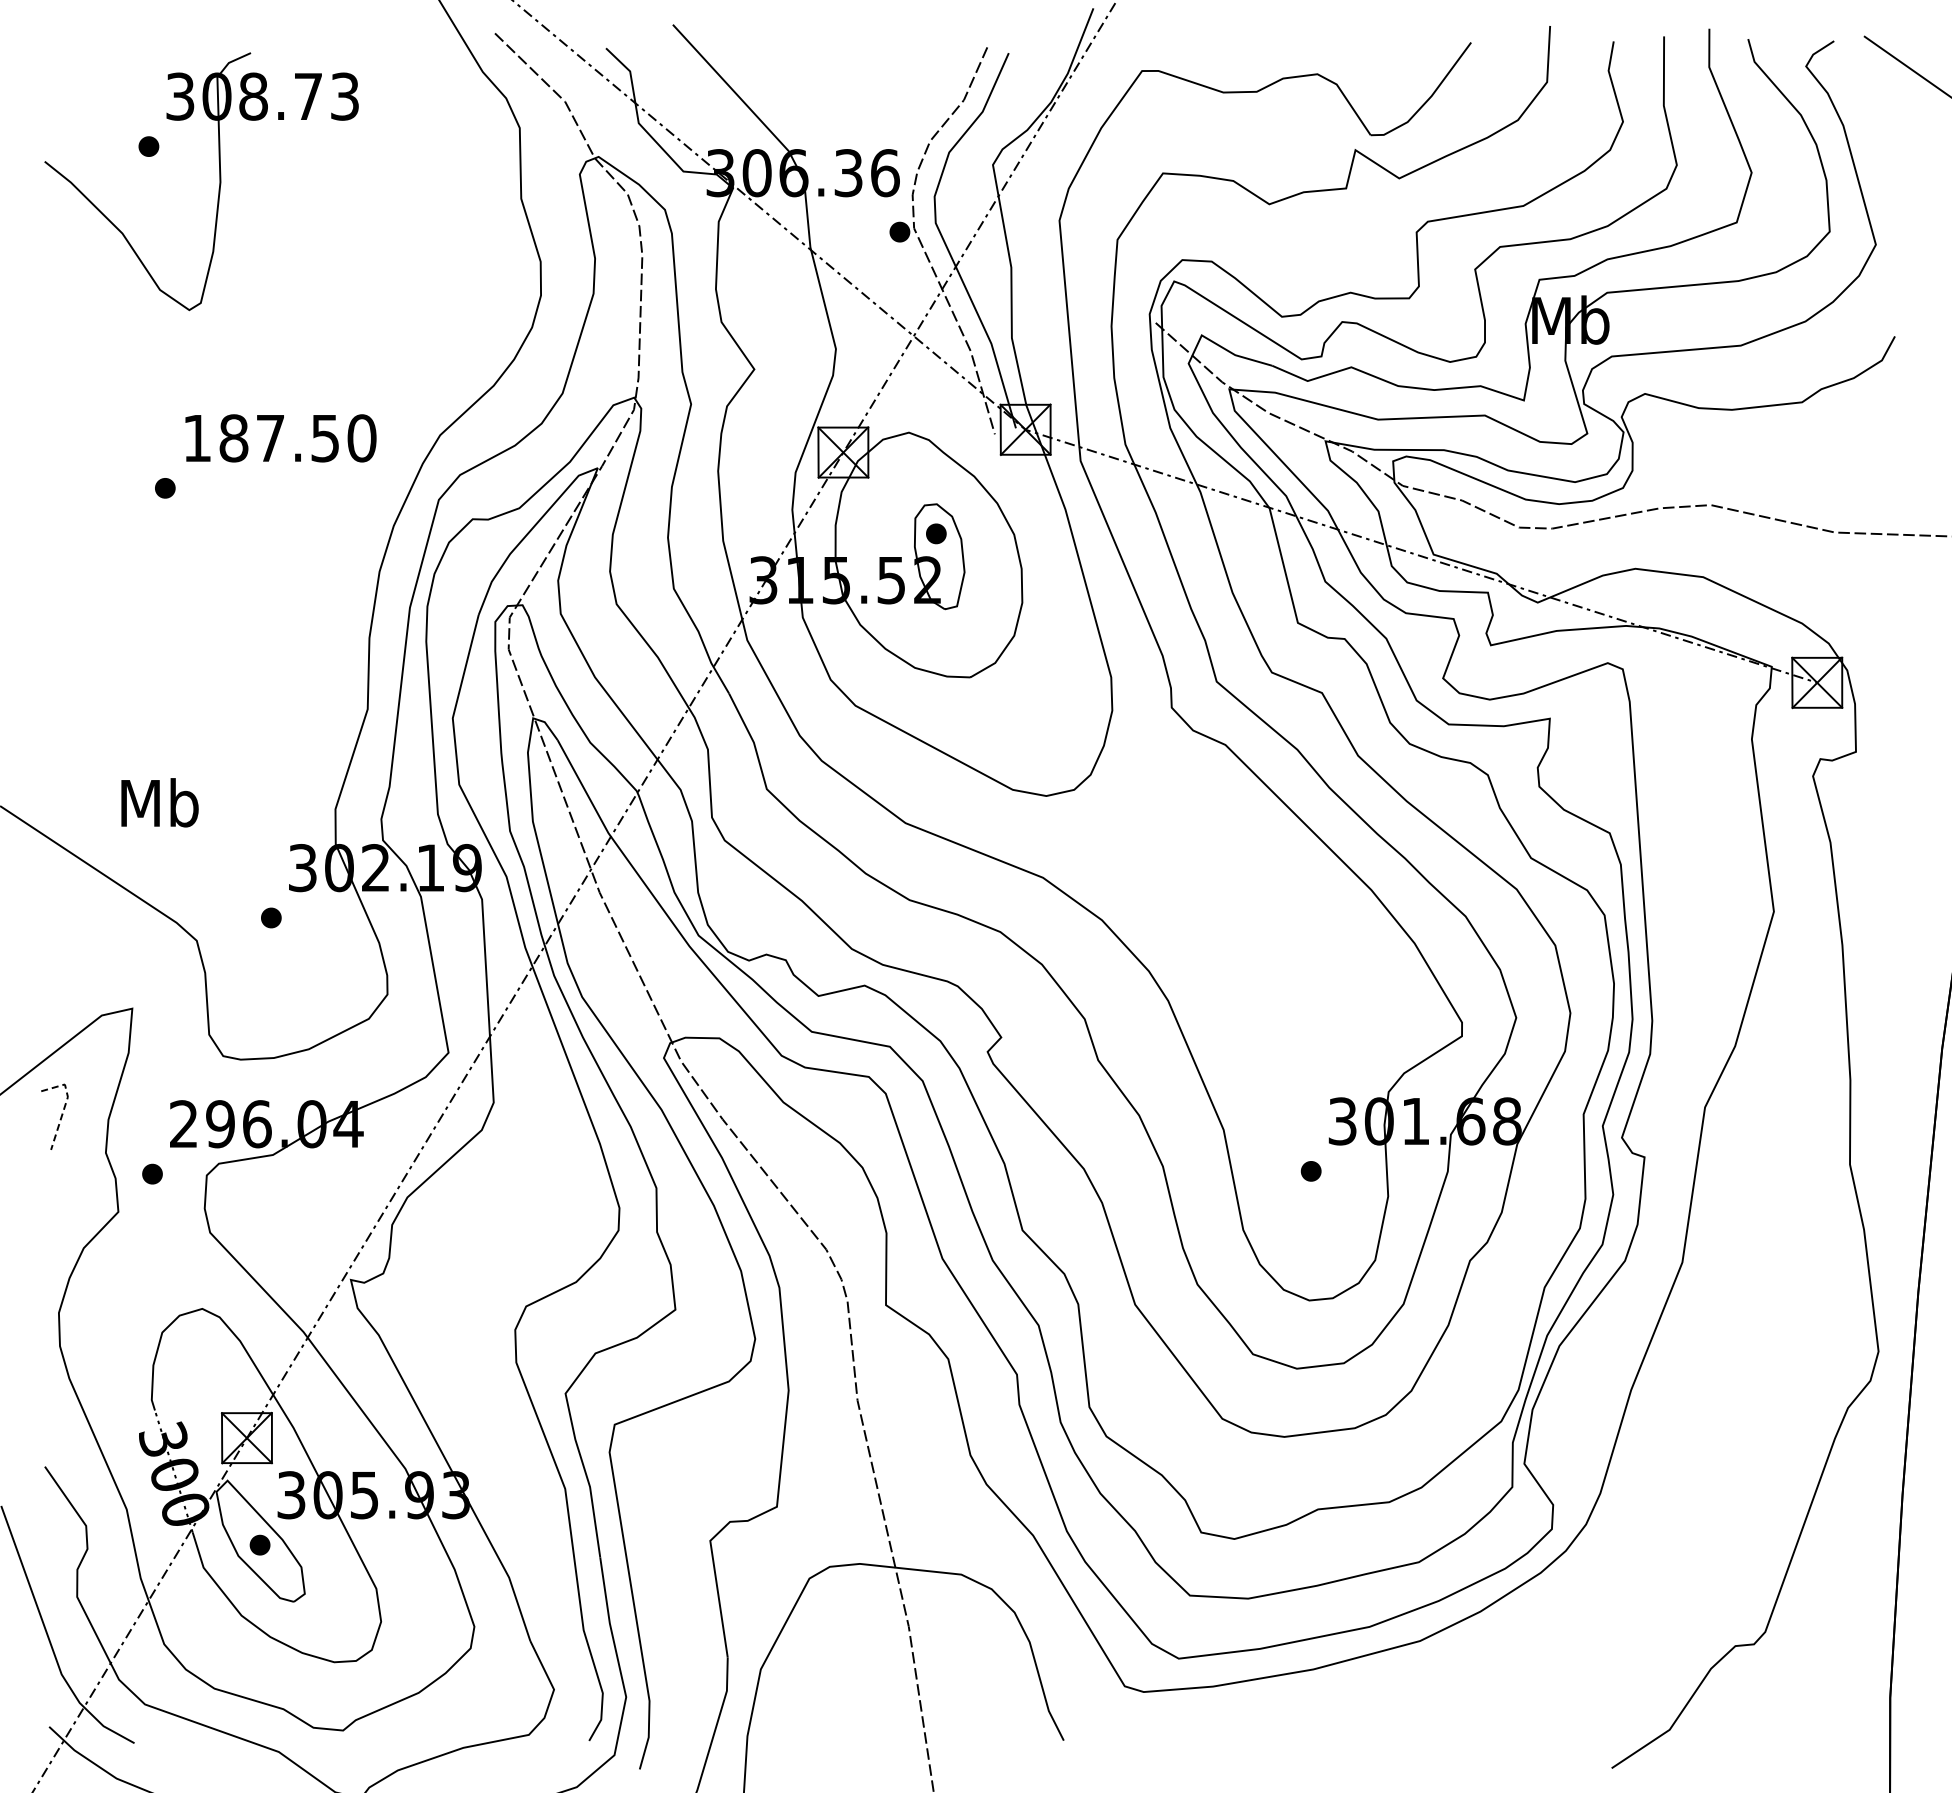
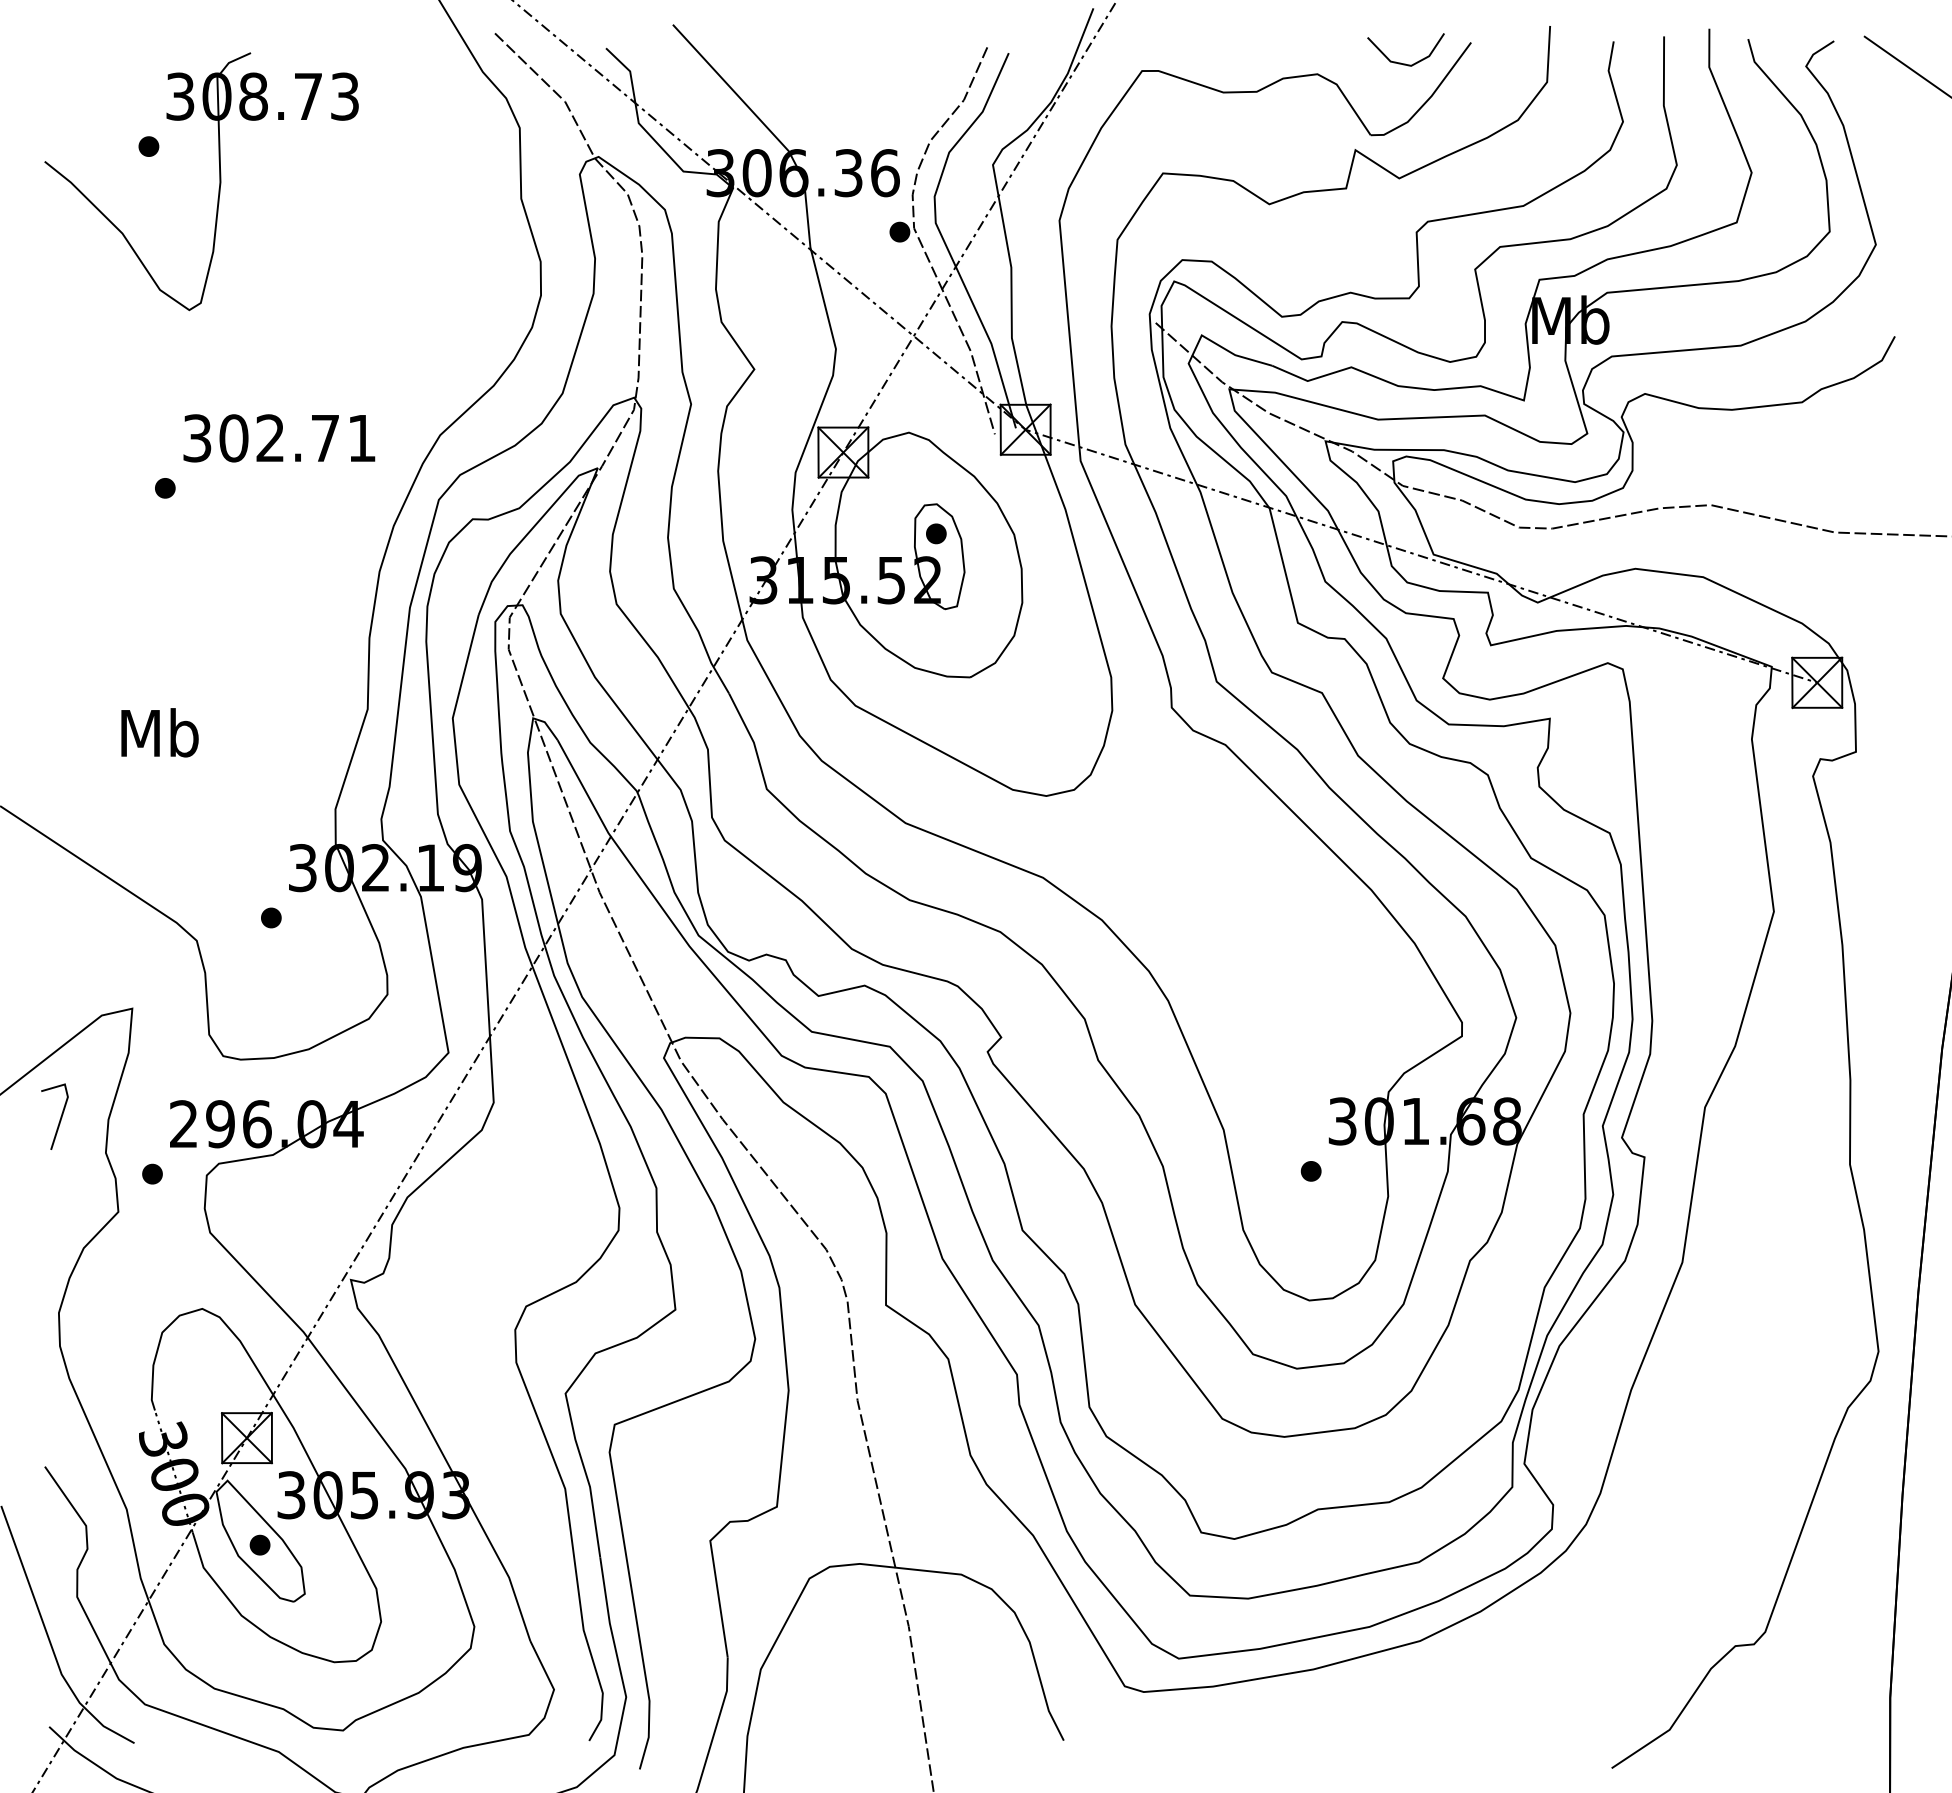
line at (1401, 62): none -> present
text at (279, 438): 187.50 -> 302.71
text at (159, 802) position: (159, 802) -> (159, 732)
line at (65, 1104): dashed -> solid
